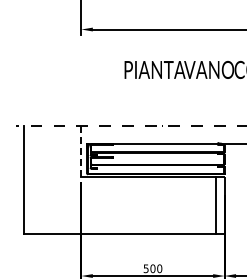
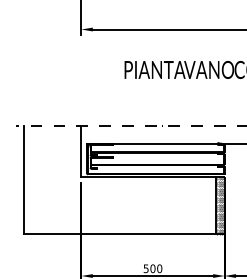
line at (81, 151): dashed -> solid
hatch at (220, 205): none -> present
